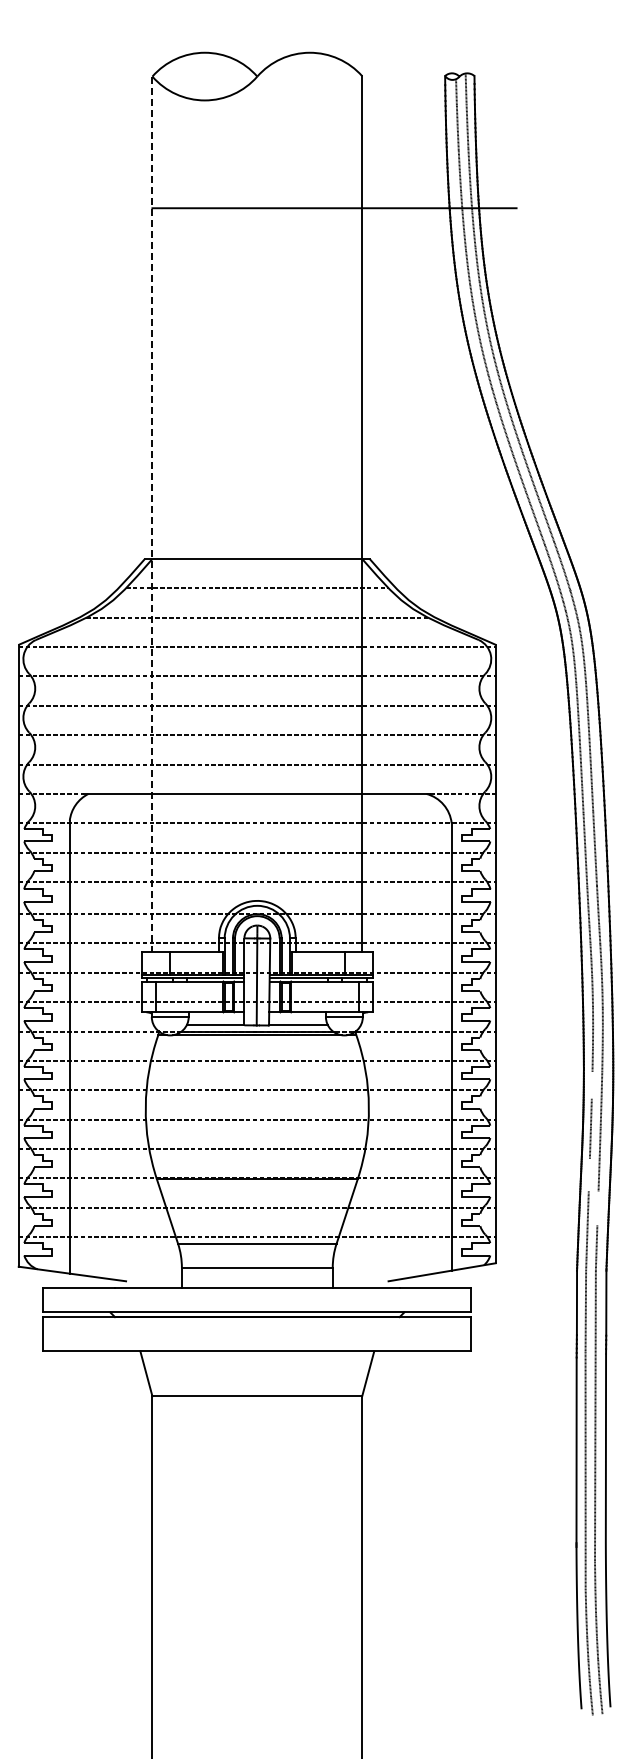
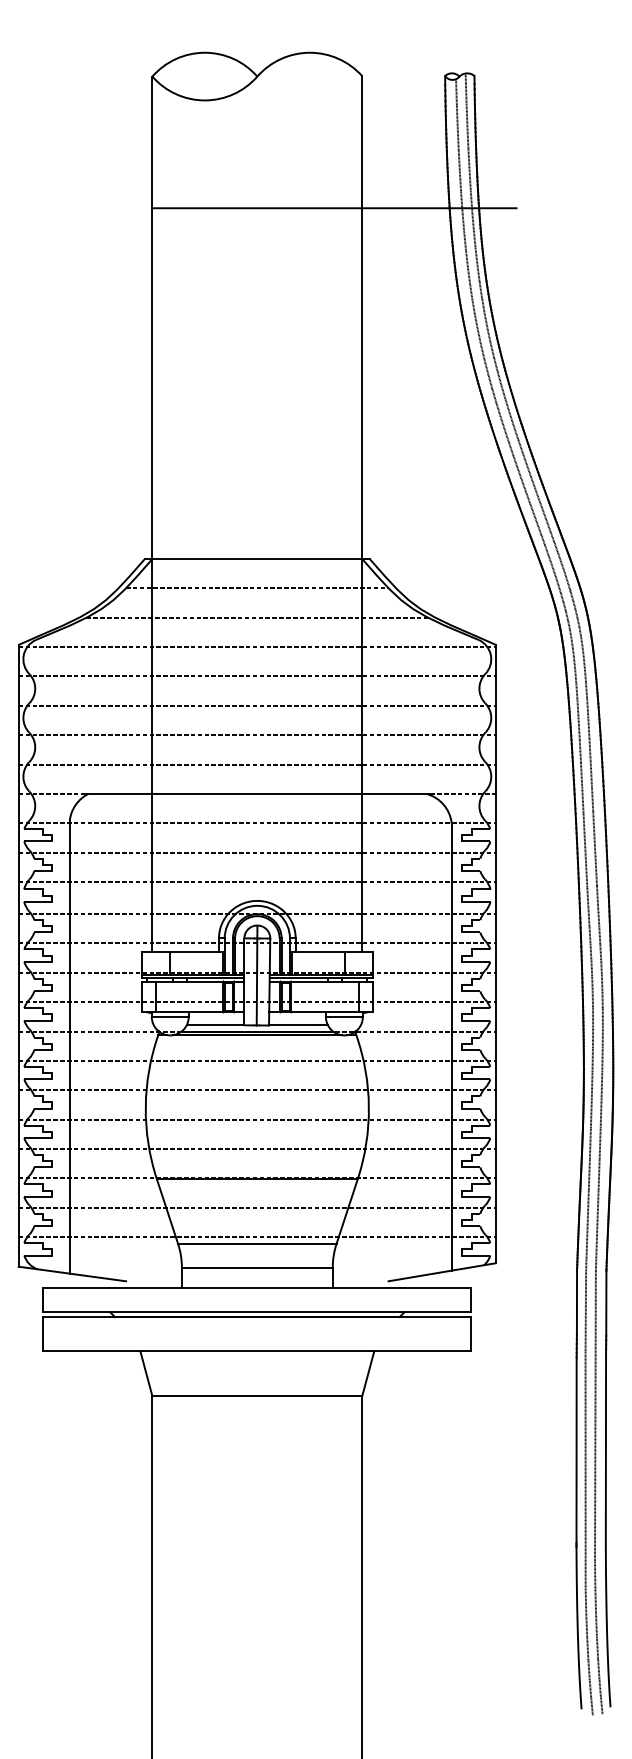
line at (152, 514): dashed -> solid
line at (591, 1084): none -> present
line at (588, 1174): none -> present
line at (597, 1208): none -> present
